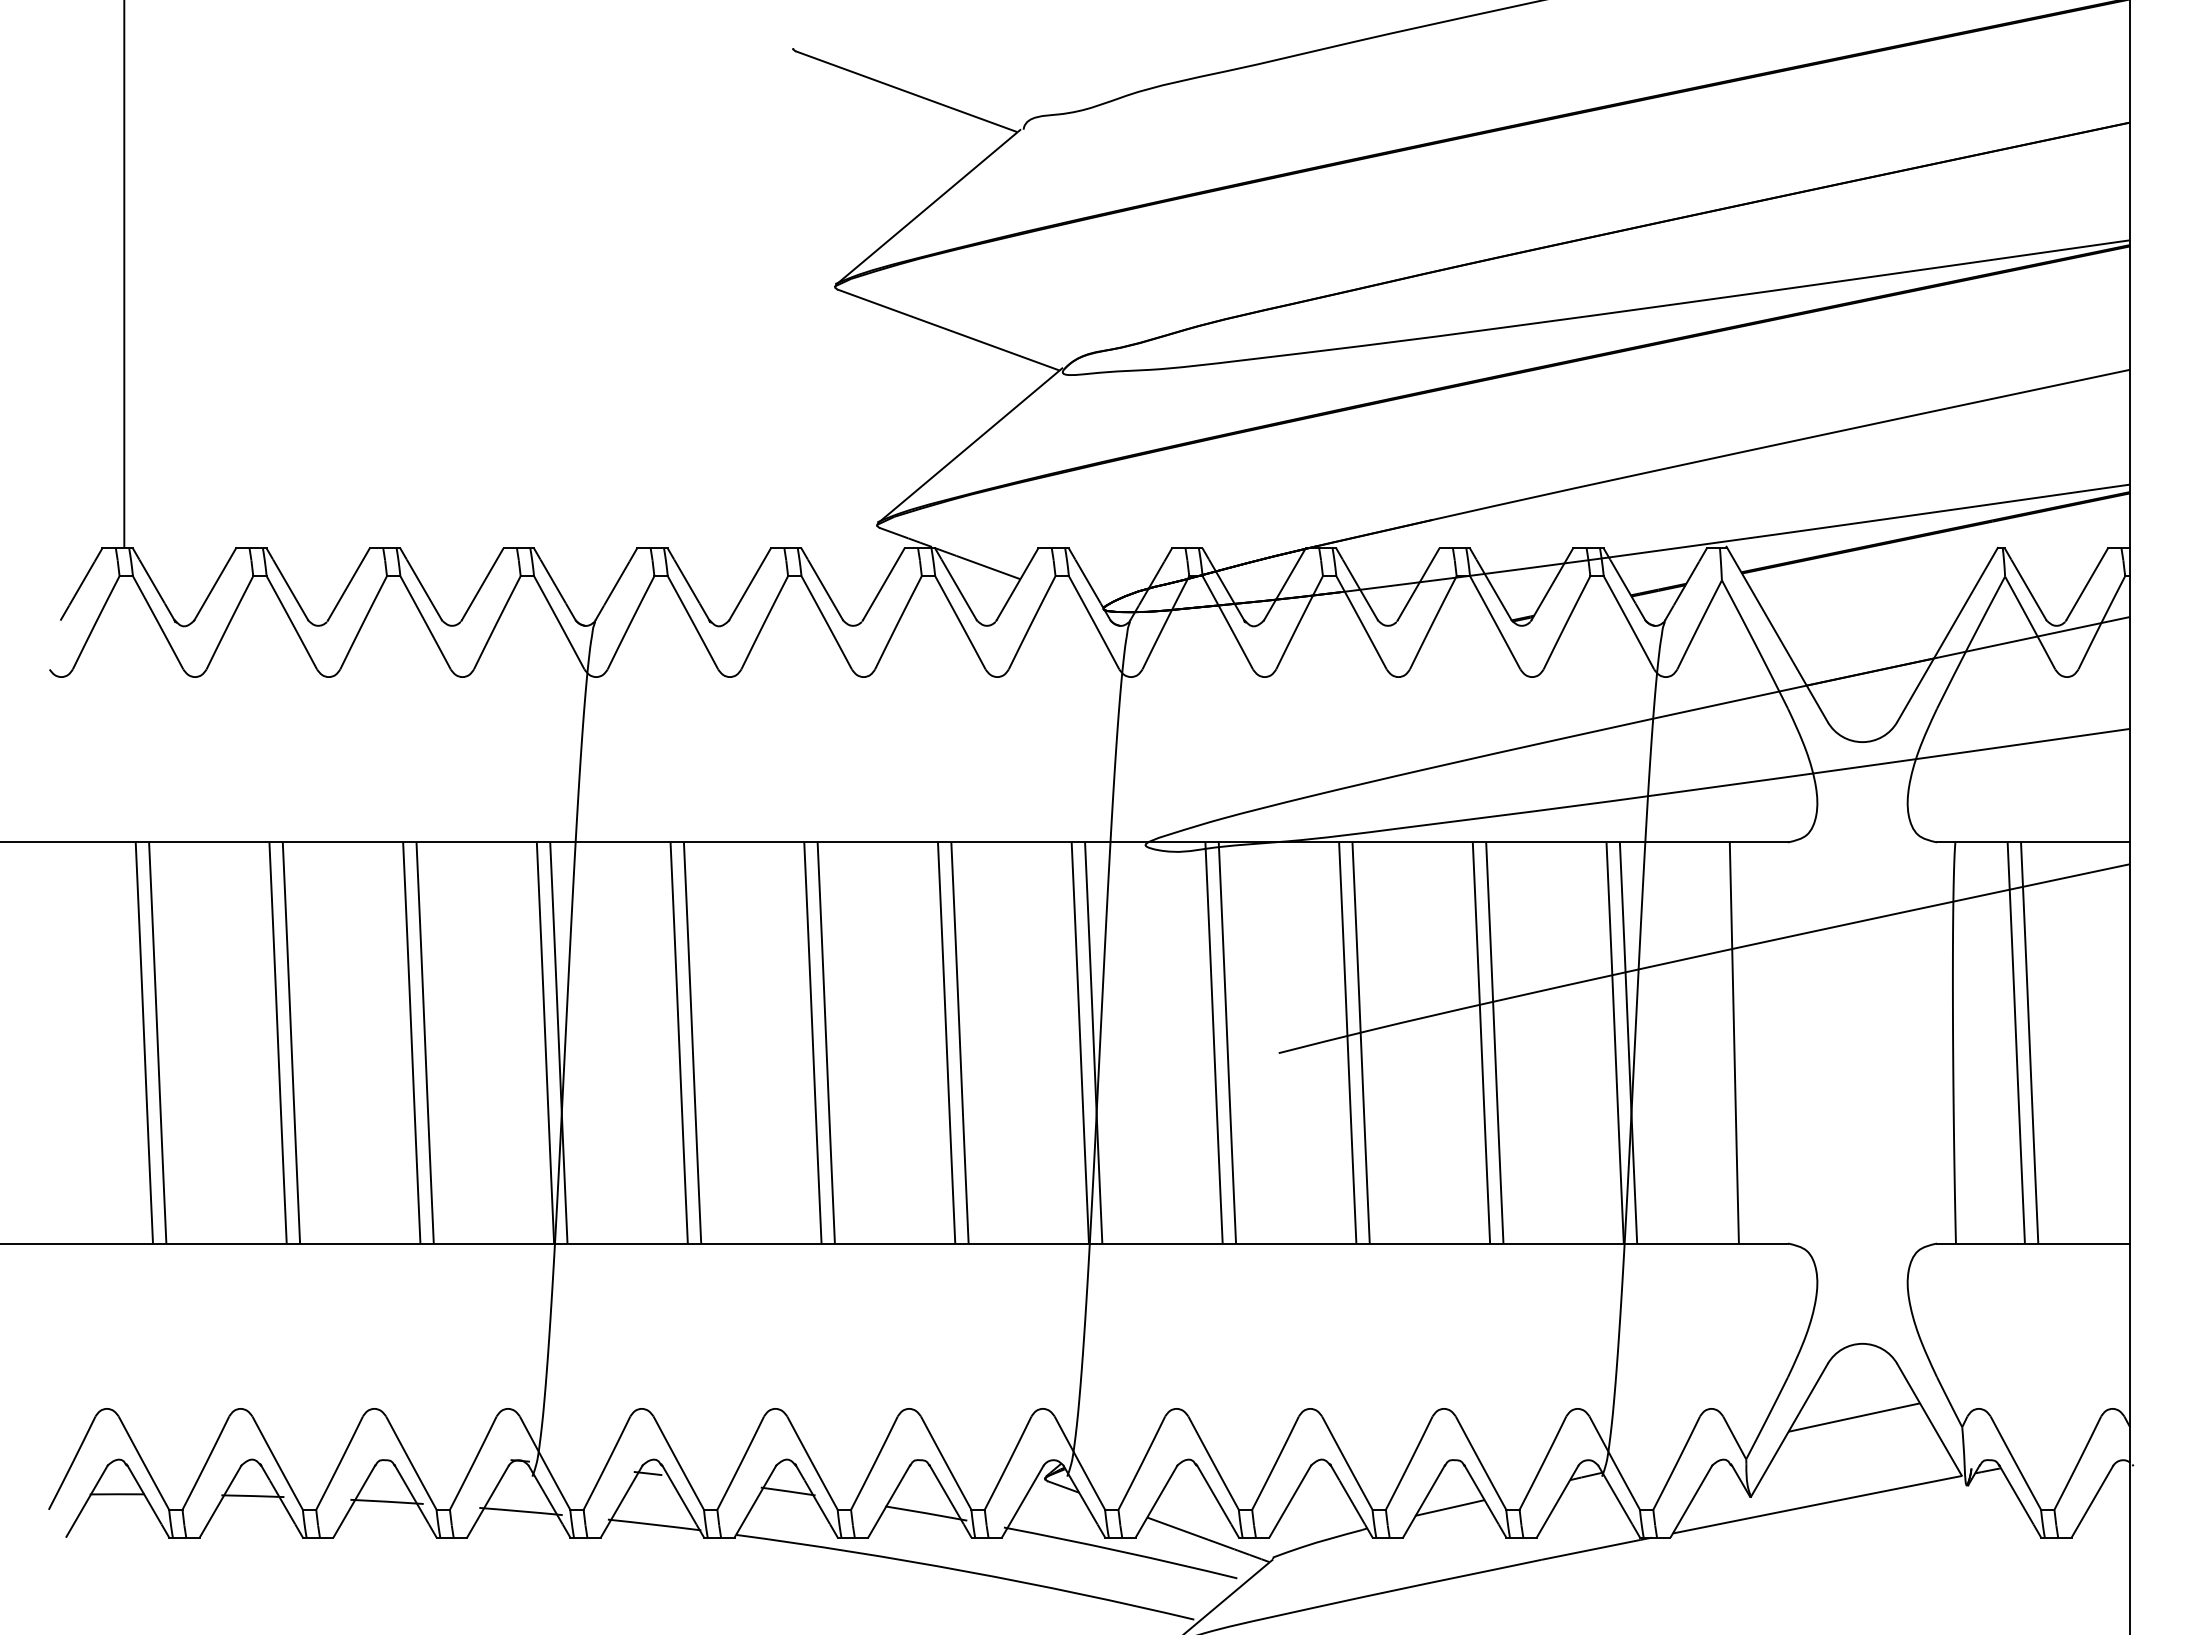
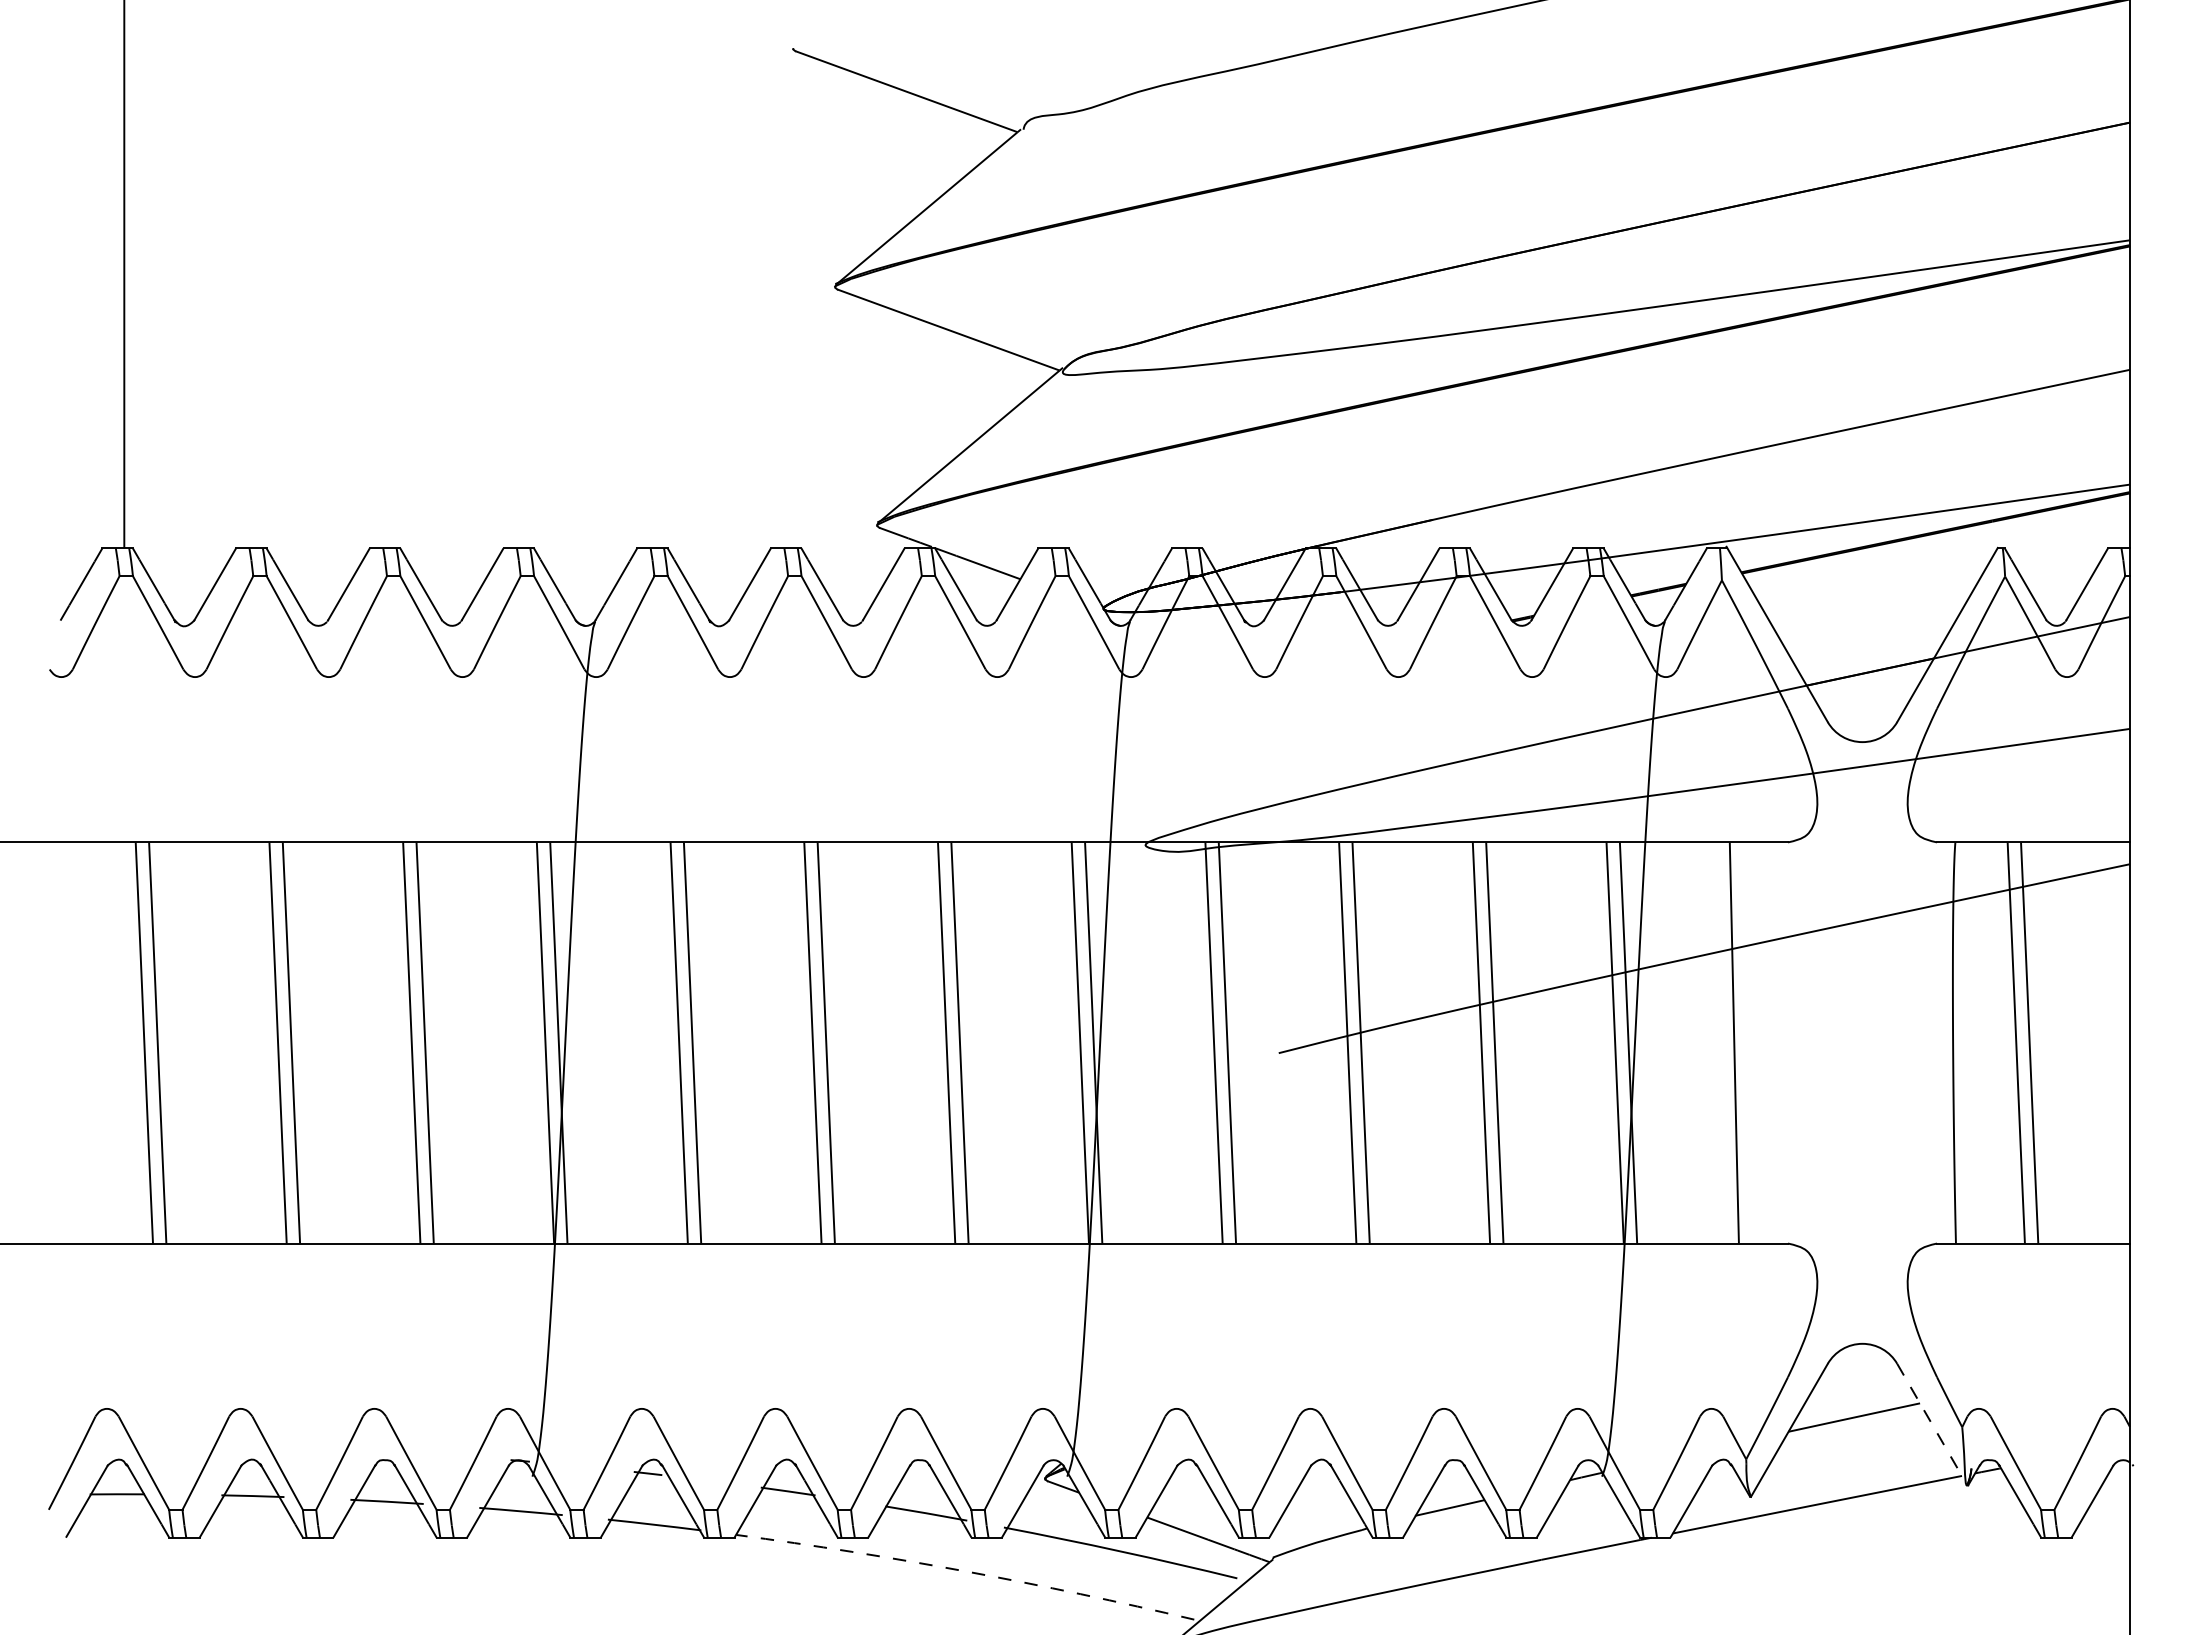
line at (1929, 1419): solid -> dashed
arc at (966, 1571): solid -> dashed
